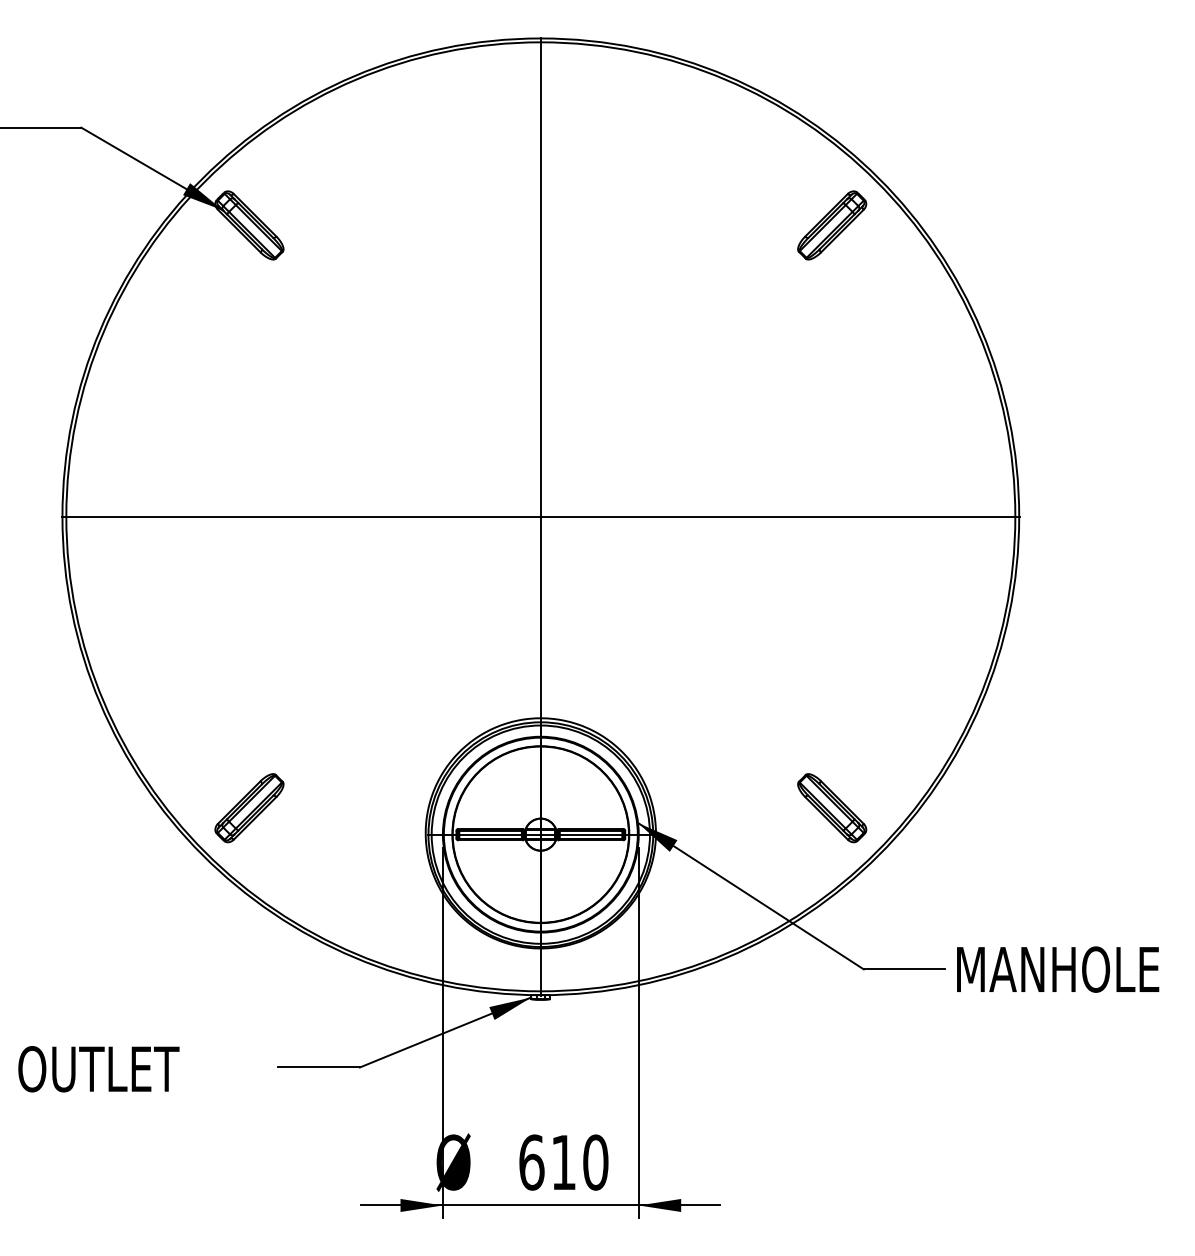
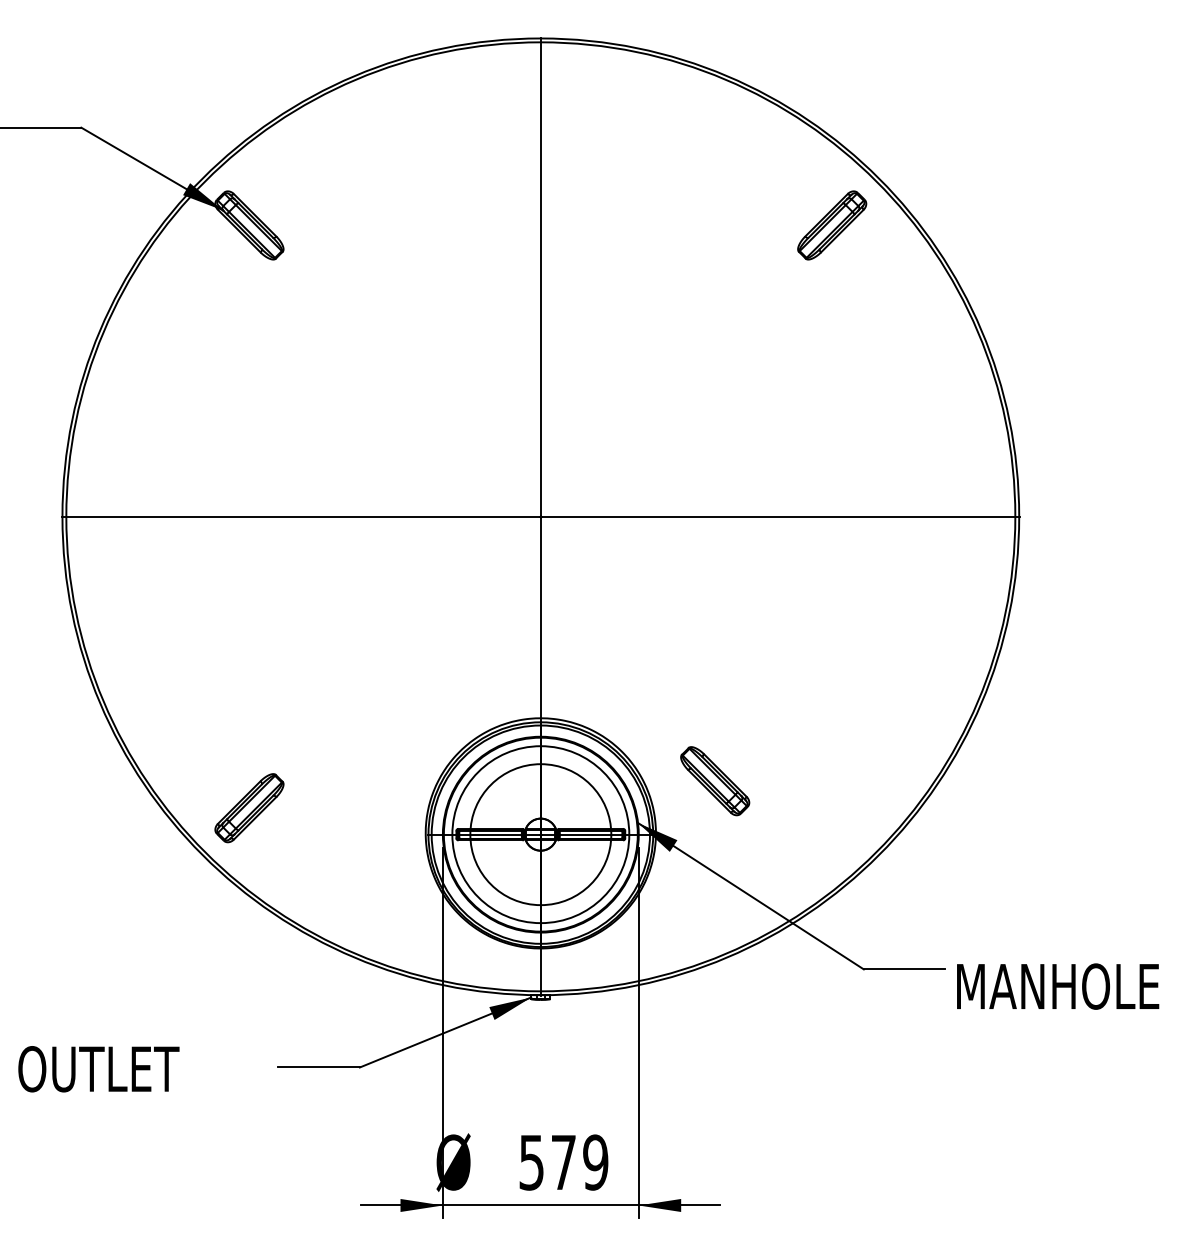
part at (832, 808) position: (832, 808) -> (715, 781)
circle at (540, 834) diameter: 176 px -> 141 px
text at (1058, 969) position: (1058, 969) -> (1058, 986)
text at (563, 1162): 610 -> 579
